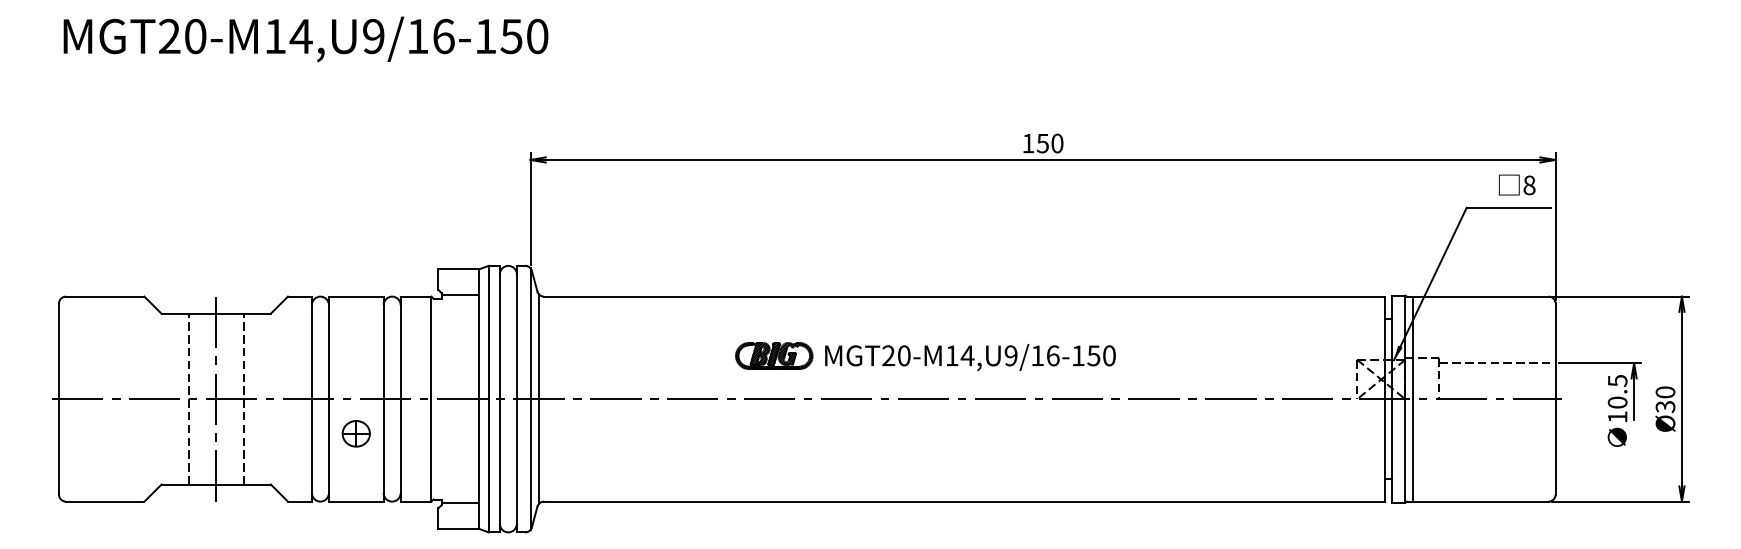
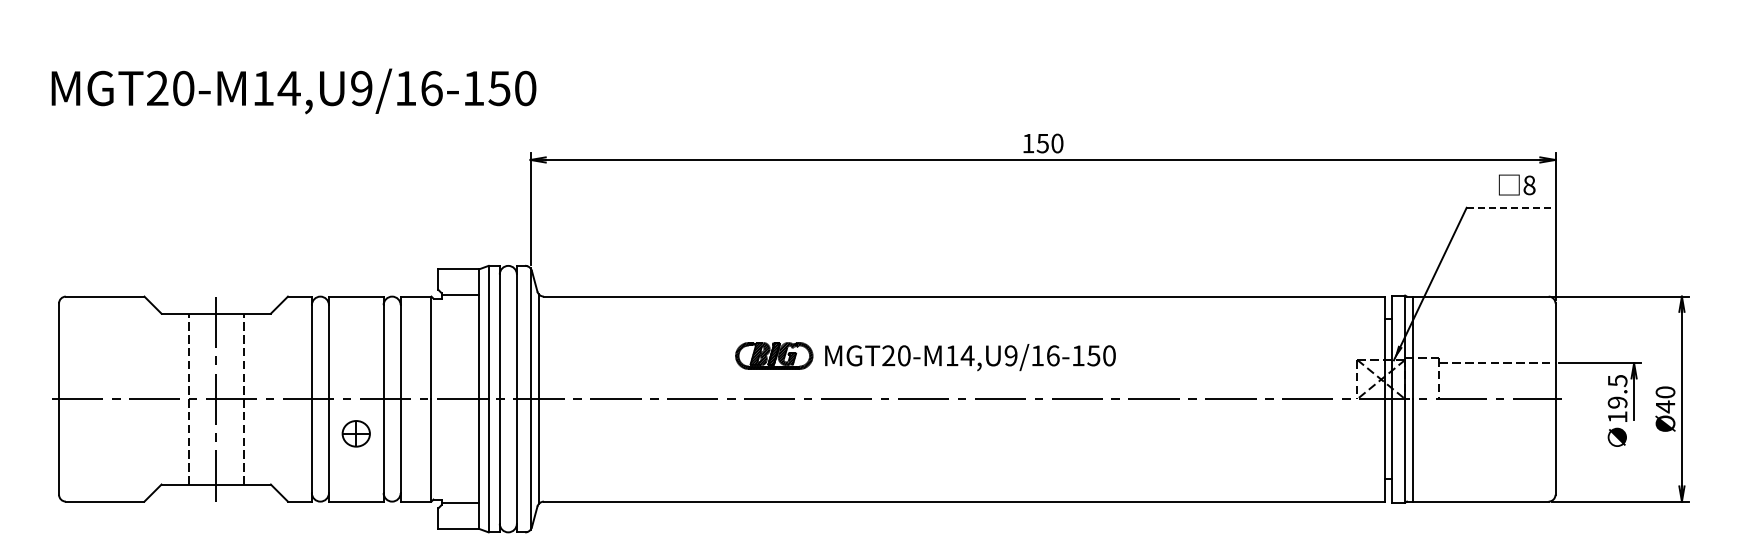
text at (305, 39) position: (305, 39) -> (293, 91)
line at (1509, 207): solid -> dashed
text at (1617, 402): 10.5 -> 19.5
text at (1665, 406): Ø30 -> Ø40
